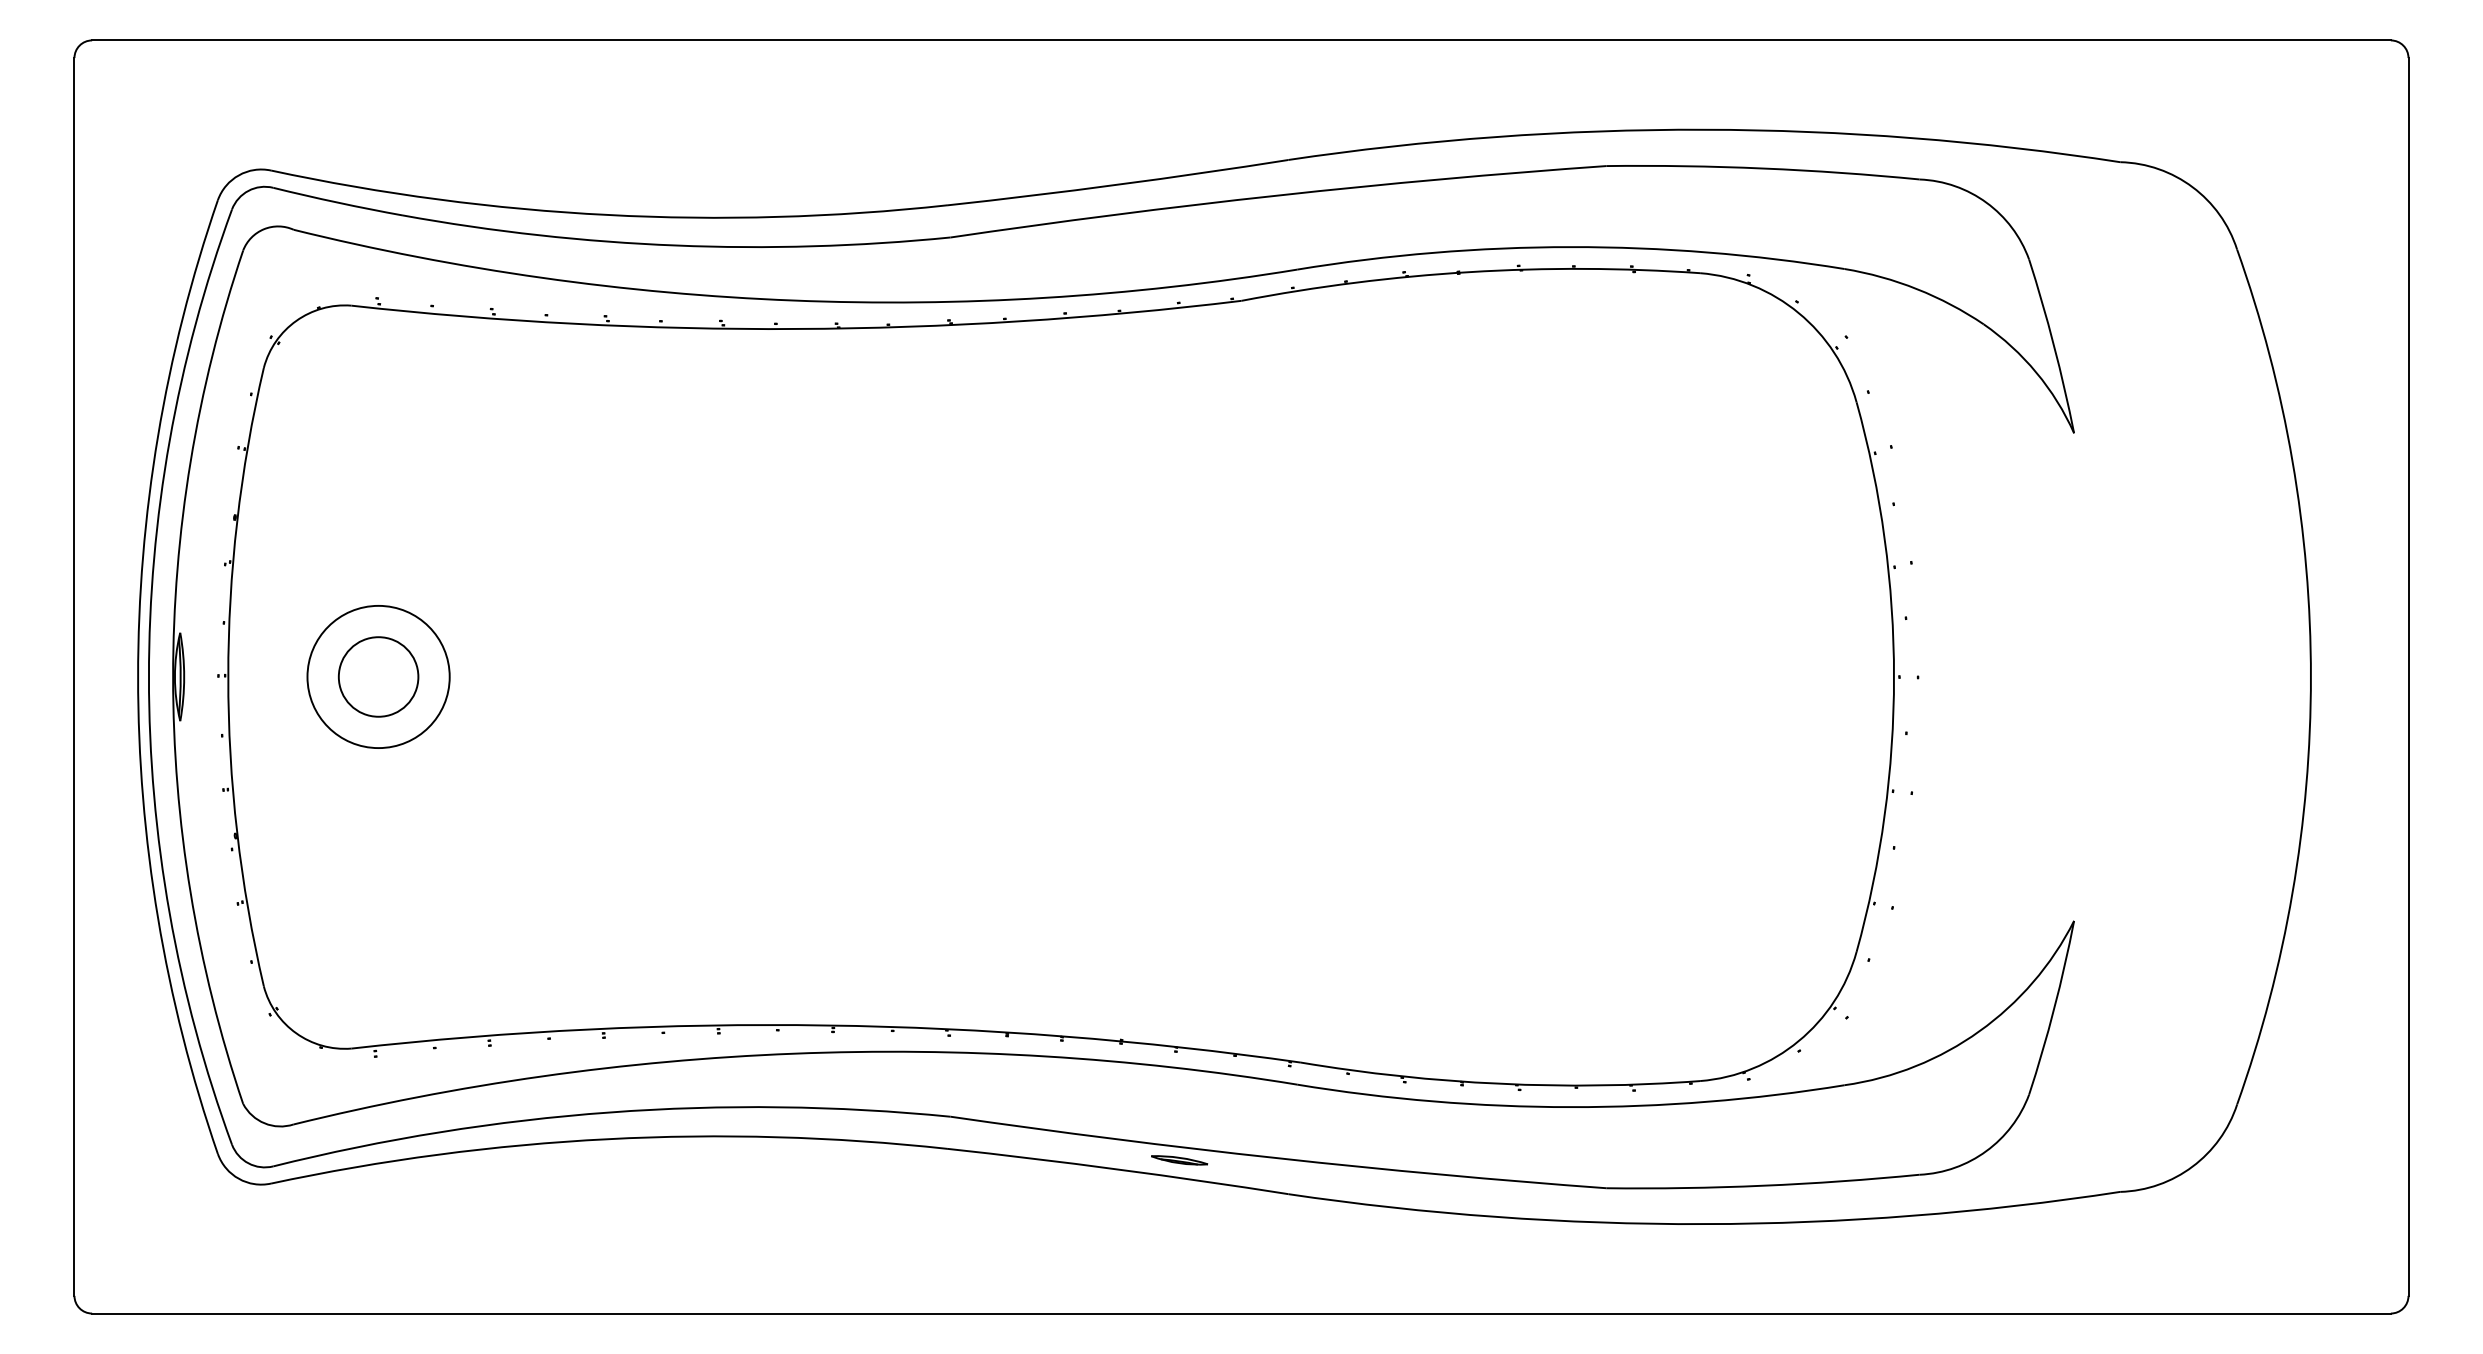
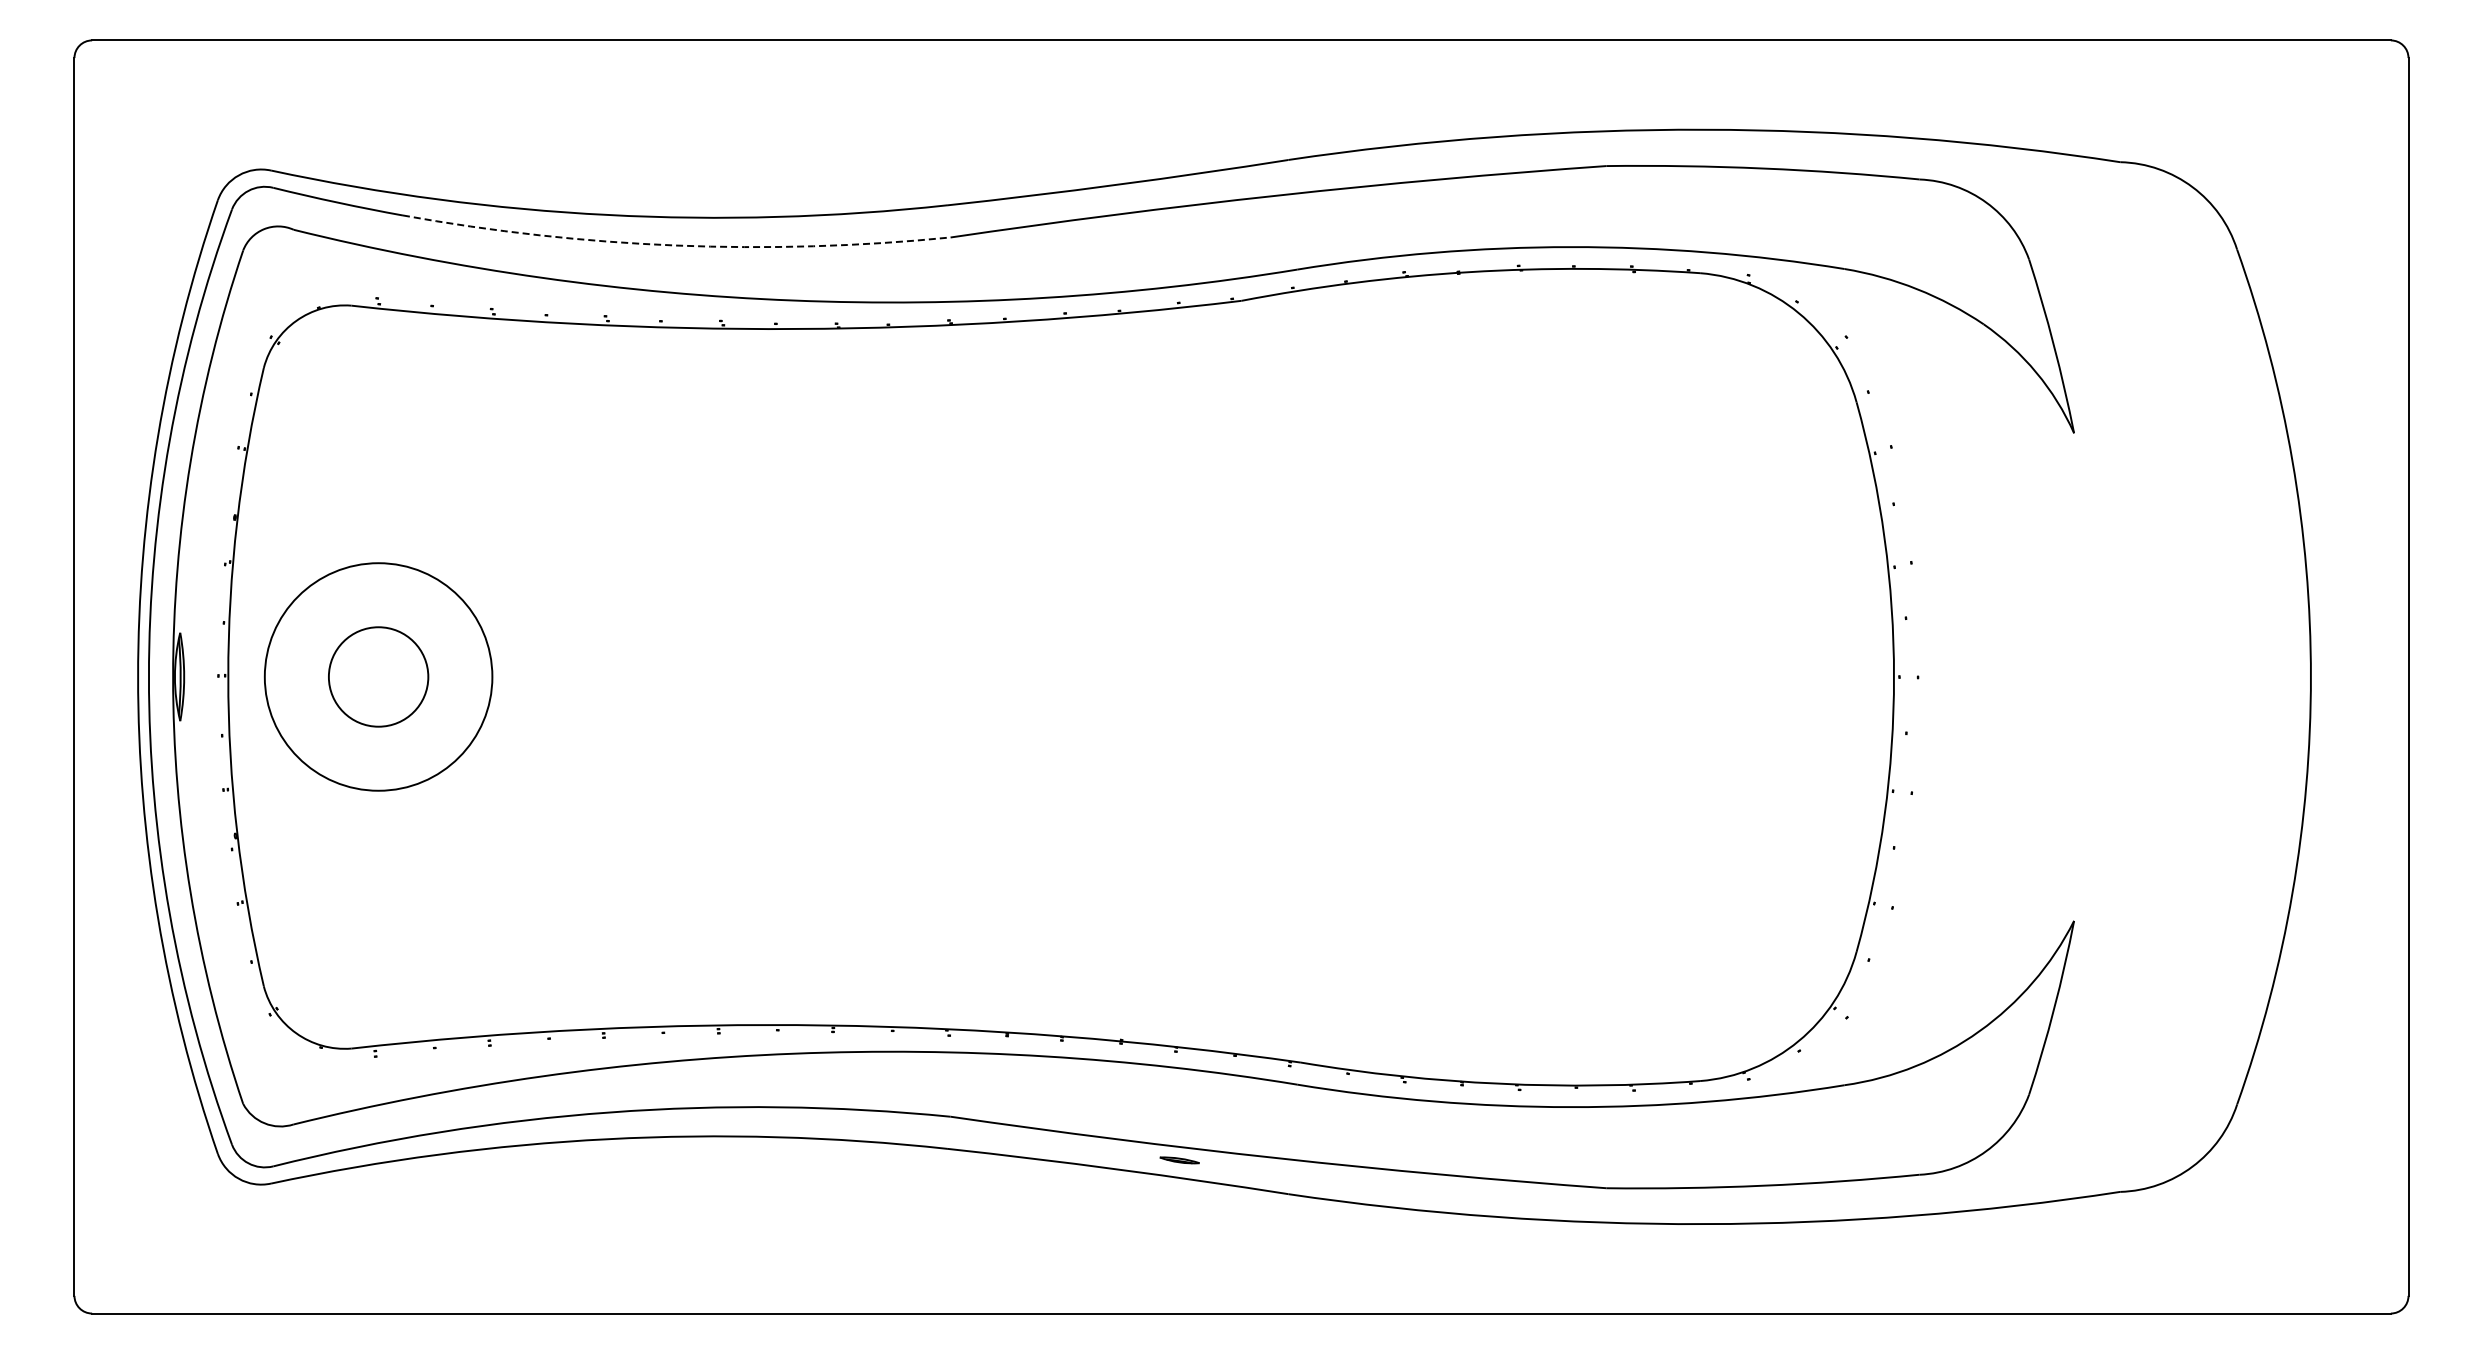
arc at (676, 245): solid -> dashed
circle at (378, 676) diameter: 142 px -> 228 px
circle at (378, 676) diameter: 80 px -> 99 px
part at (1179, 1160) size: 58x11 px -> 41x9 px
